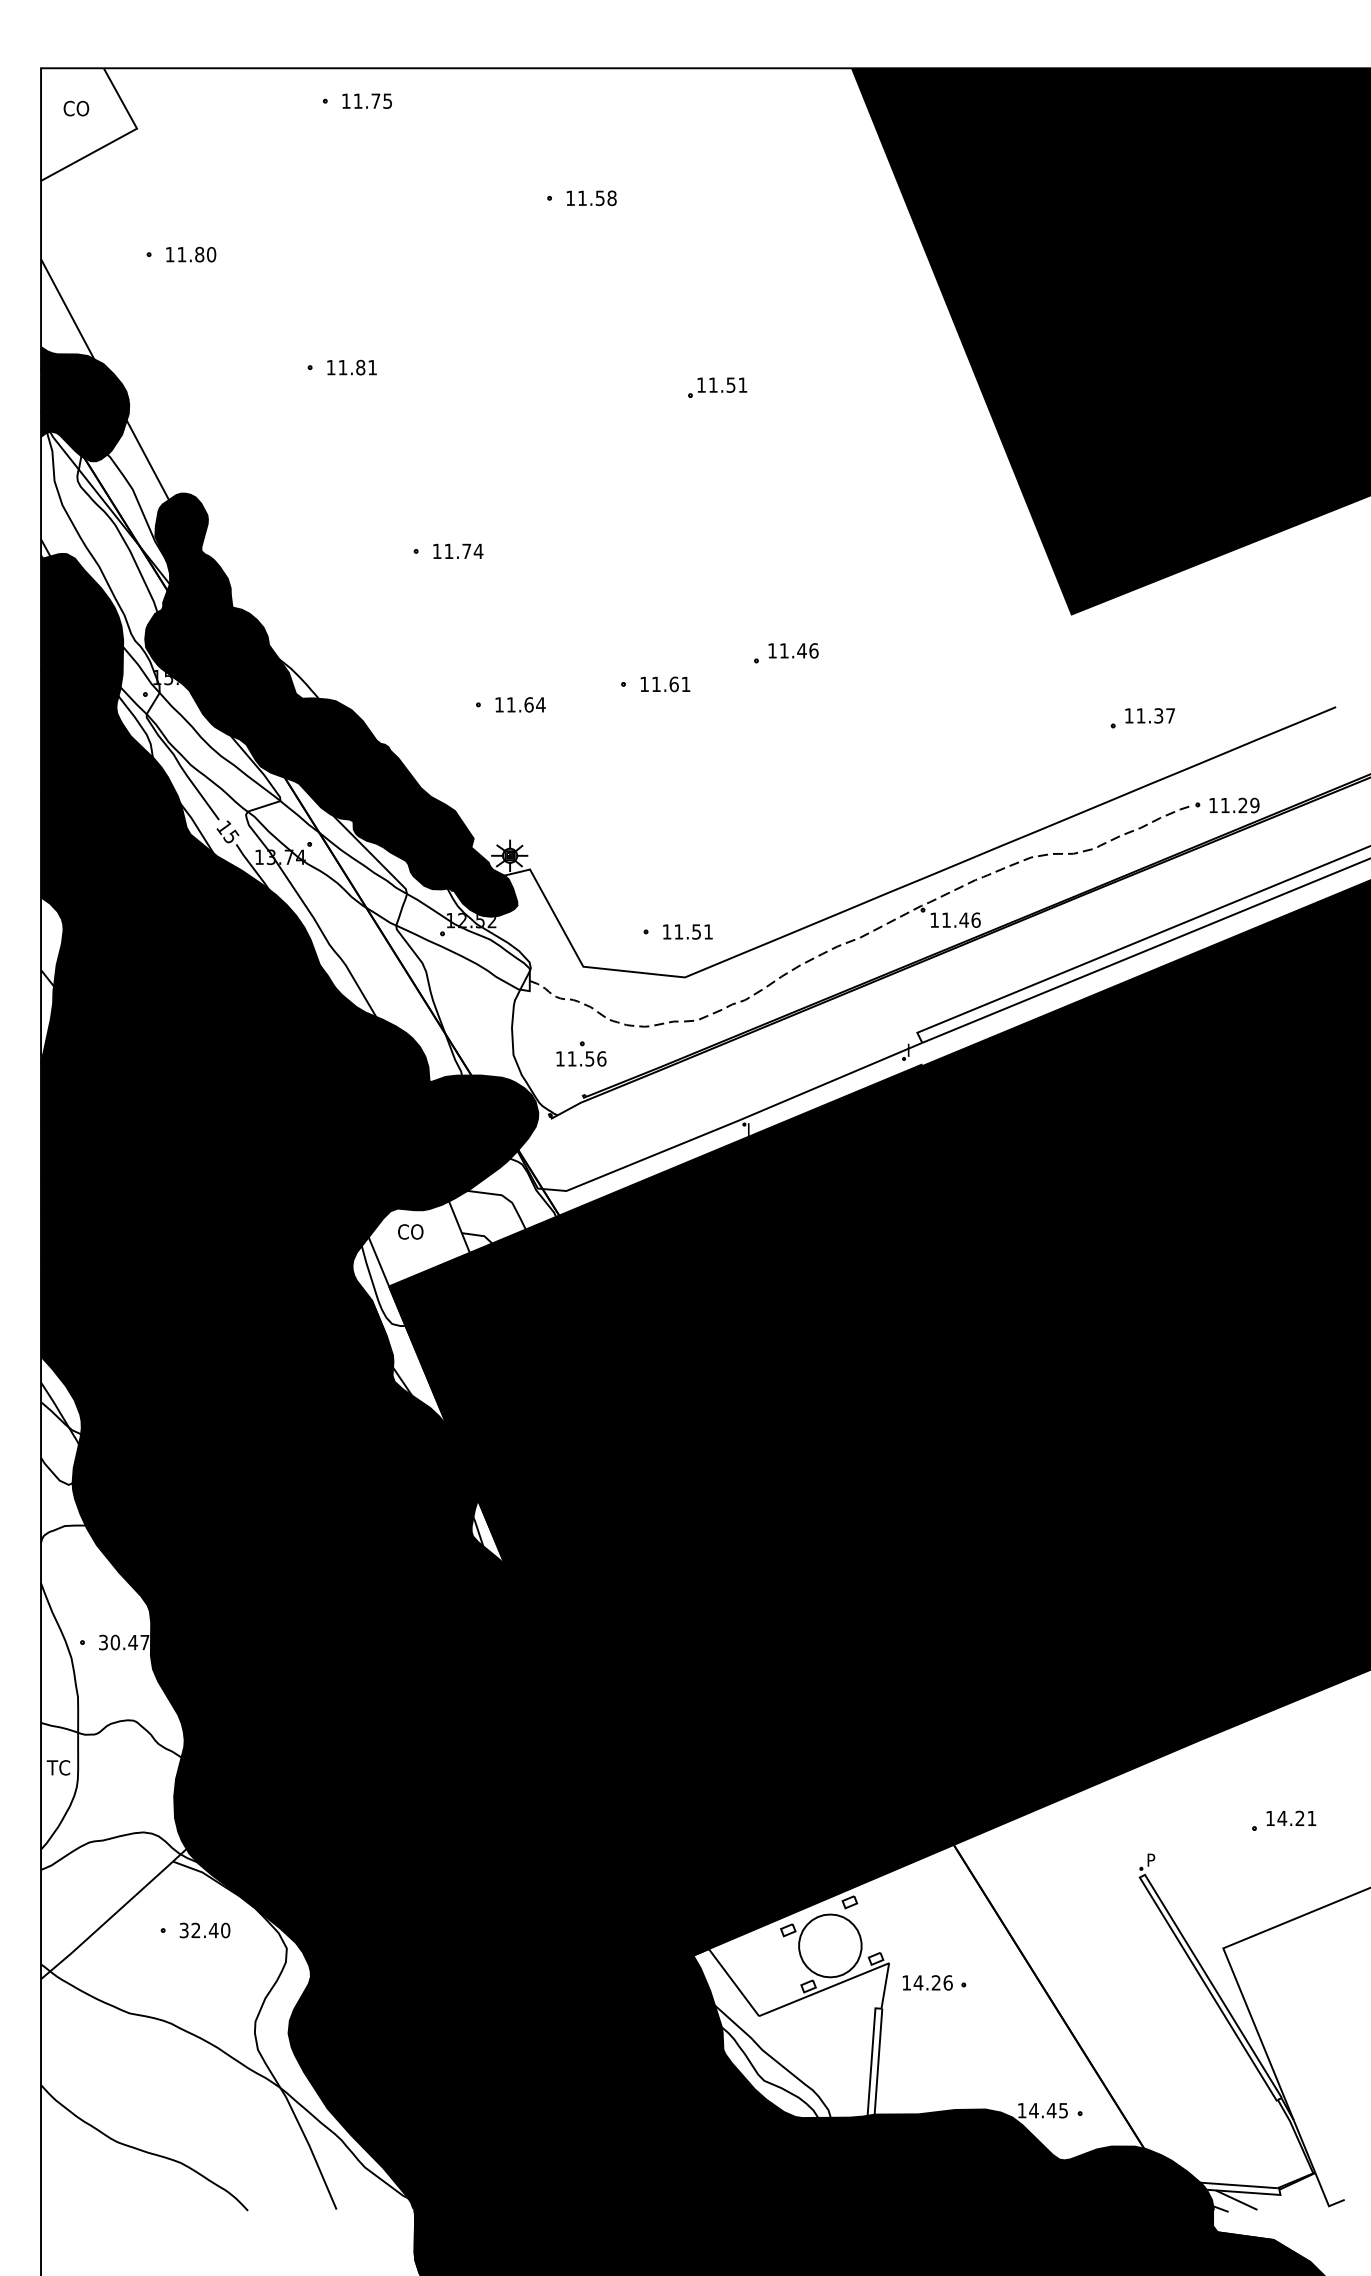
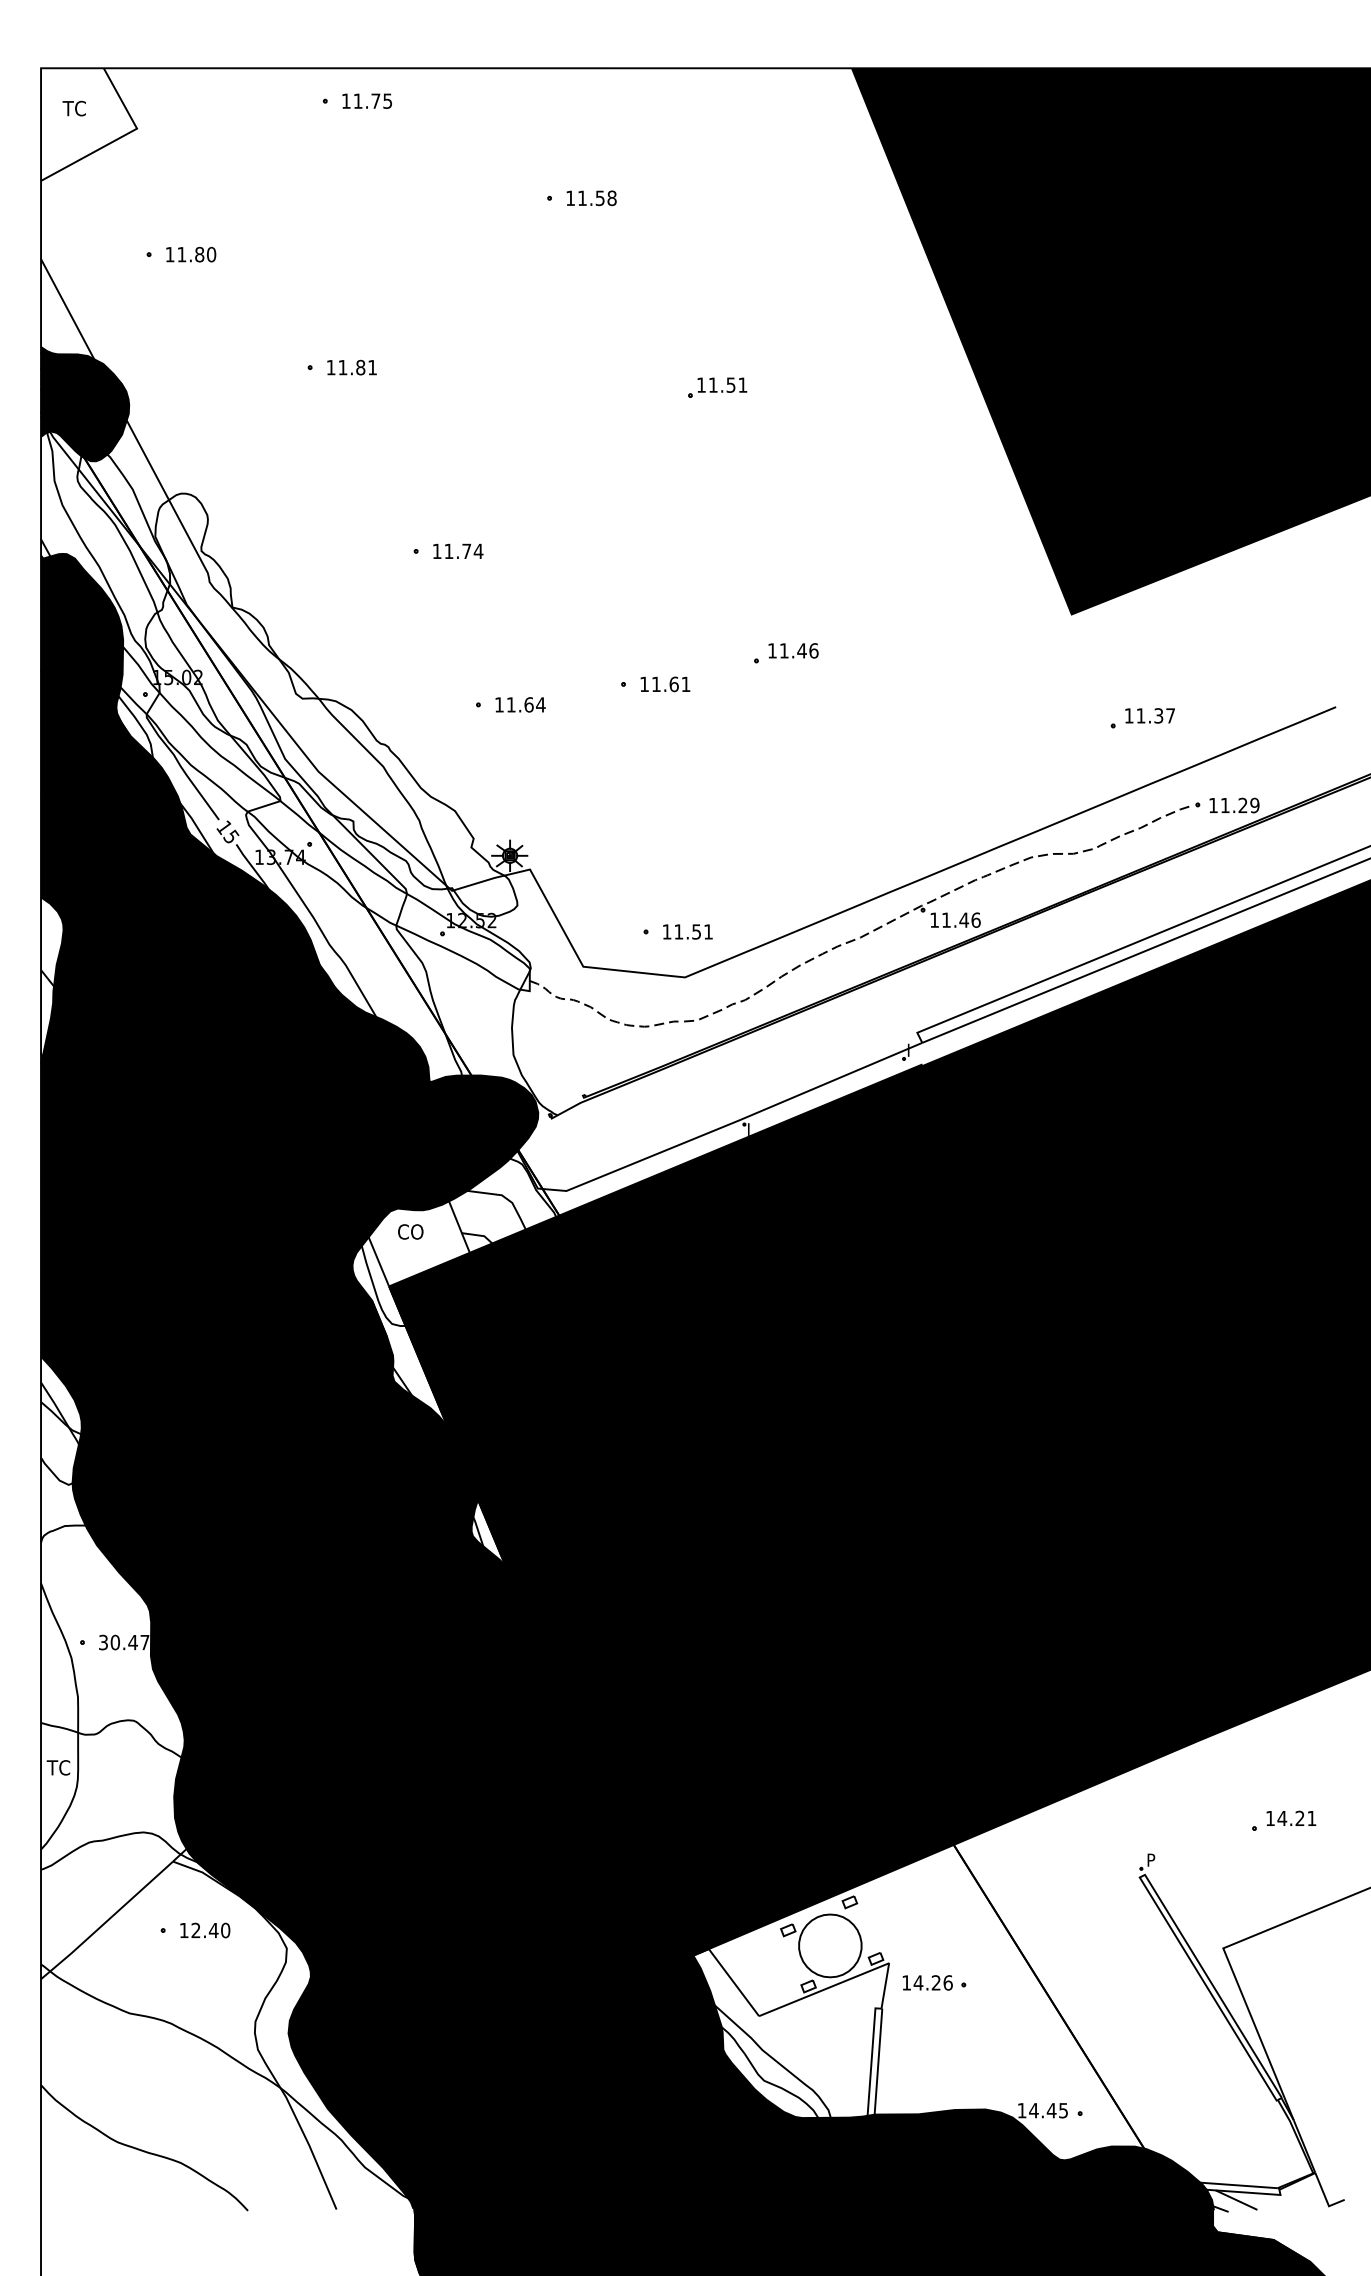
text at (75, 108): CO -> TC
fill at (331, 704): present -> none
part at (581, 1053): present -> none
text at (183, 1930): 32.40 -> 12.40
